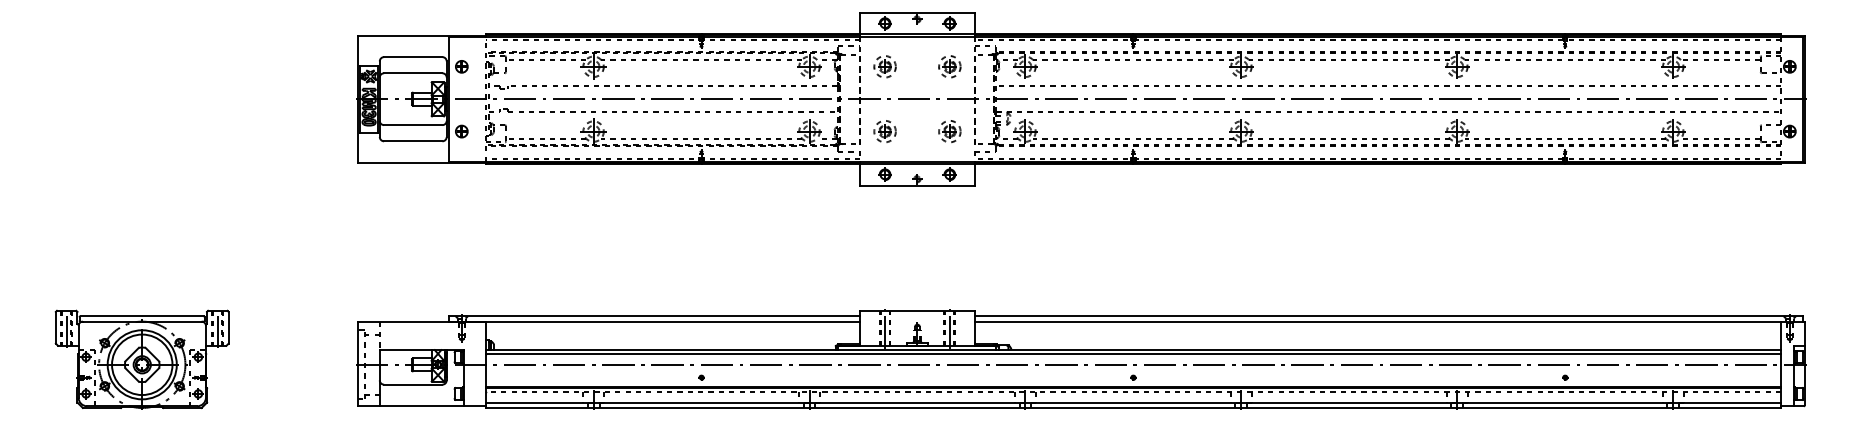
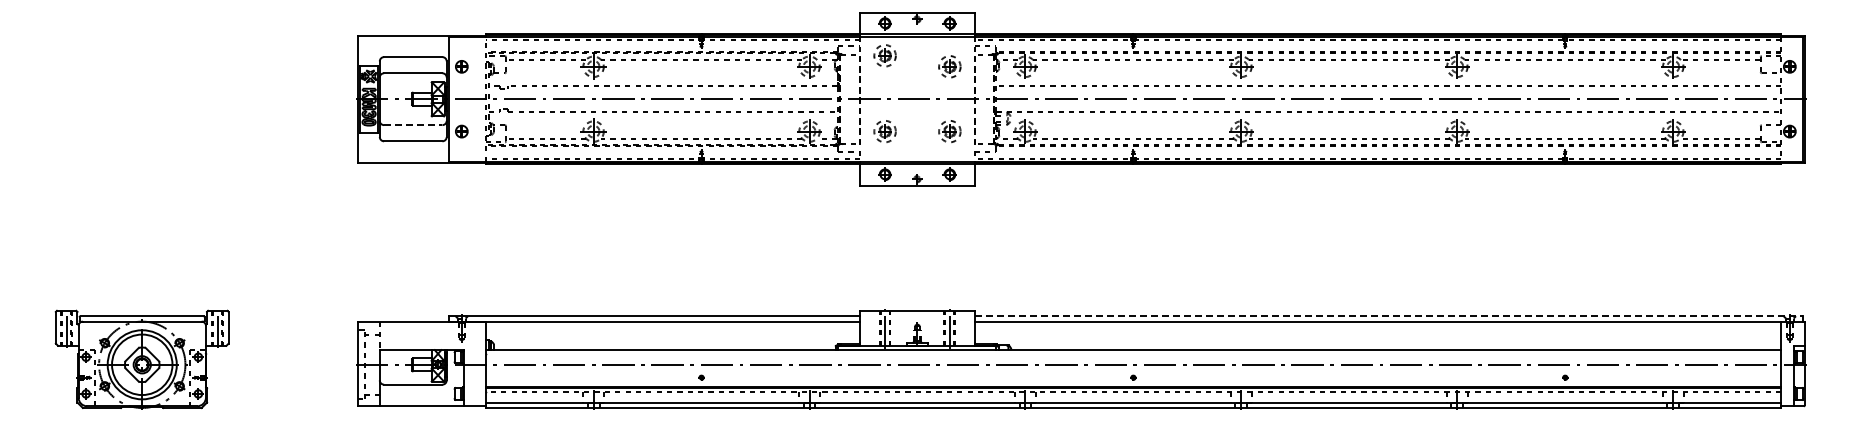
part at (884, 66) position: (884, 66) -> (884, 55)
line at (413, 125): solid -> dashed
line at (1389, 316): solid -> dashed
line at (1133, 354): present -> none
